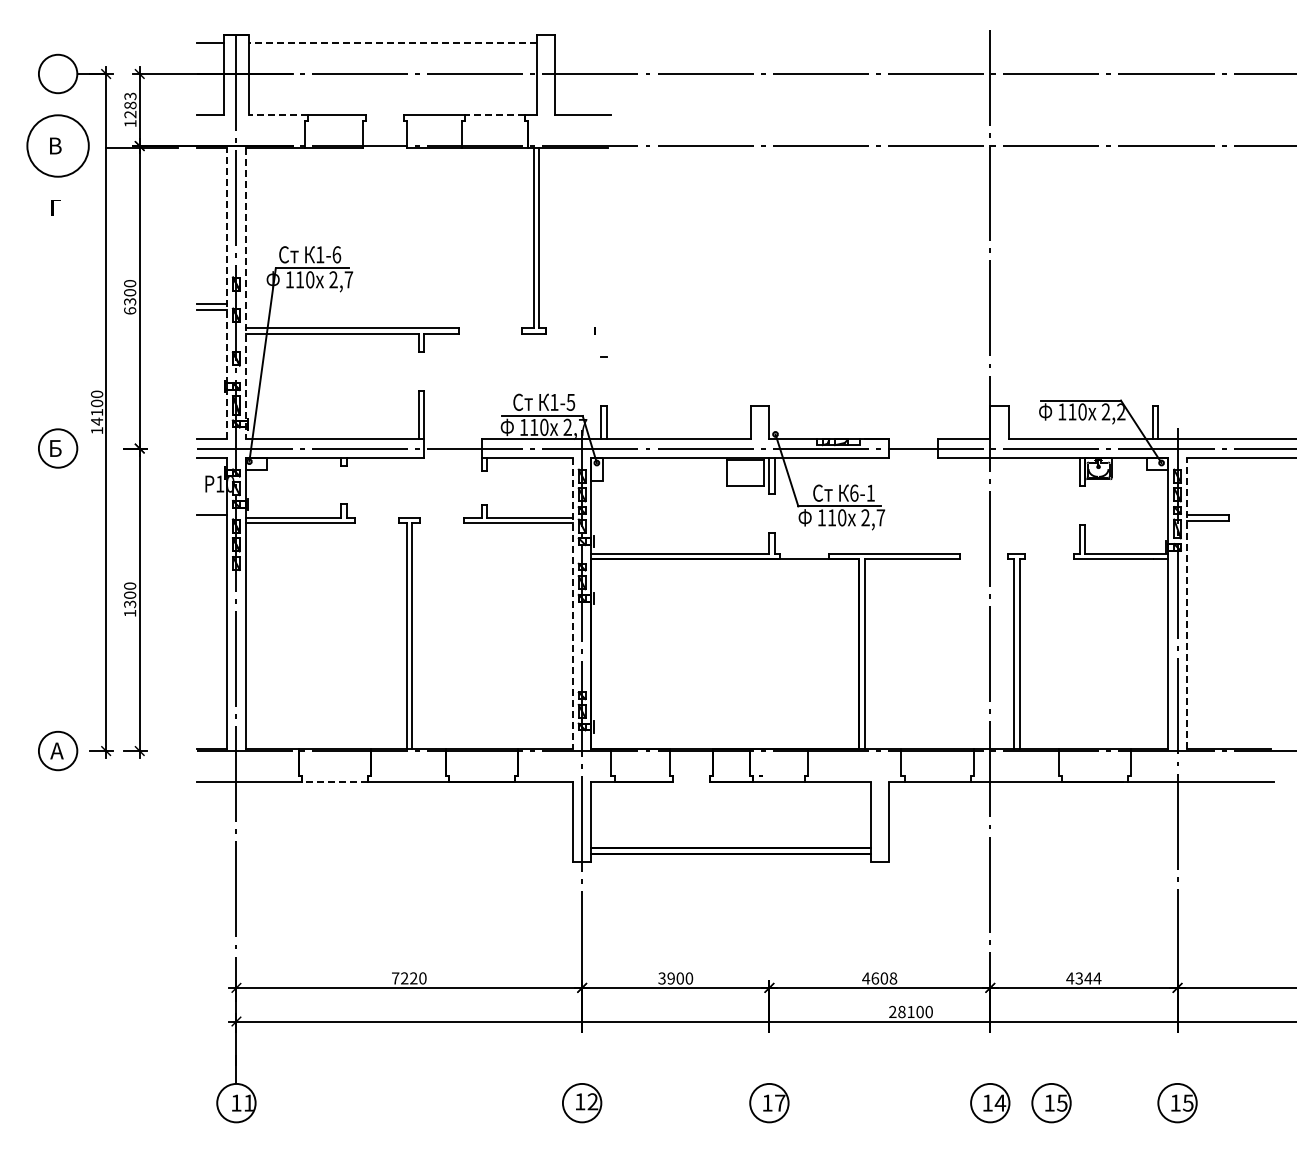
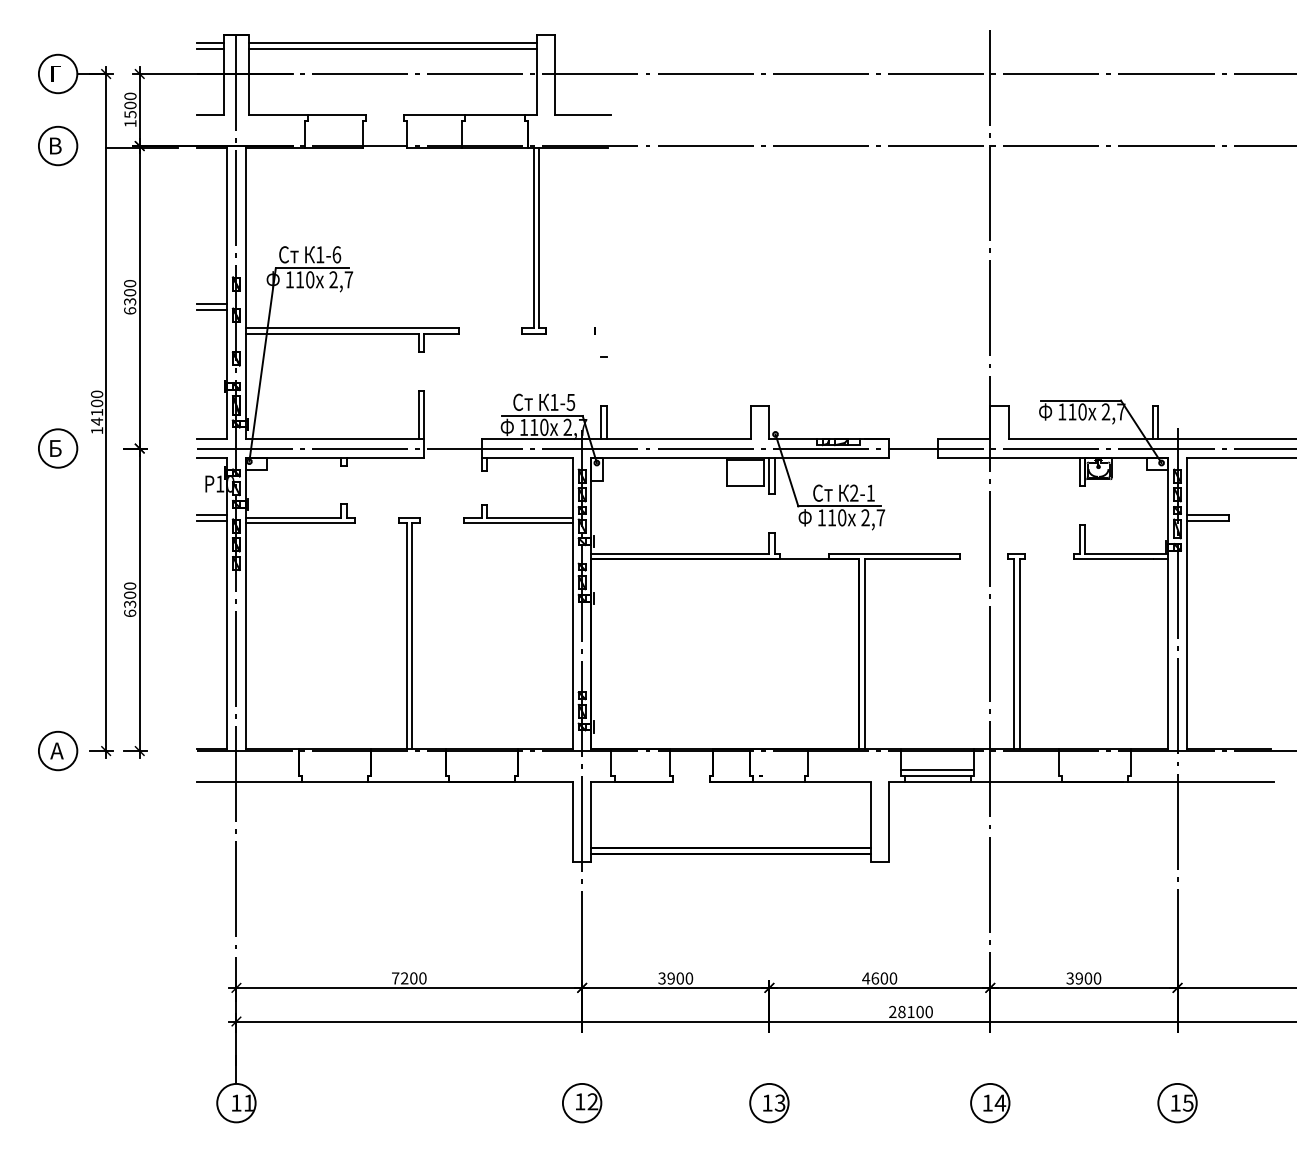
line at (392, 43): dashed -> solid
line at (210, 49): none -> present
line at (392, 49): none -> present
text at (130, 105): 1283 -> 1500
line at (278, 115): dashed -> solid
line at (495, 115): dashed -> solid
circle at (57, 145) diameter: 61 px -> 38 px
text at (55, 207) position: (55, 207) -> (55, 73)
line at (227, 293): dashed -> solid
line at (245, 294): dashed -> solid
text at (1121, 411): 2,2 -> 2,7
text at (854, 492): 6-1 -> 2-1
line at (211, 521): none -> present
line at (1186, 602): dashed -> solid
line at (573, 603): dashed -> solid
text at (130, 612): 1300 -> 6300
line at (937, 769): none -> present
line at (937, 775): none -> present
line at (334, 781): dashed -> solid
text at (413, 978): 7220 -> 7200
text at (893, 978): 4608 -> 4600
text at (1083, 978): 4344 -> 3900
text at (779, 1102): 17 -> 13
part at (1051, 1103): present -> none
